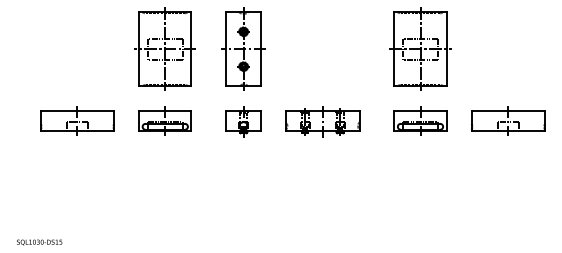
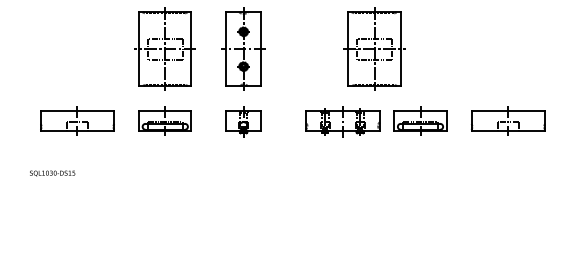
part at (420, 48) position: (420, 48) -> (374, 48)
part at (322, 121) position: (322, 121) -> (342, 121)
text at (39, 242) position: (39, 242) -> (52, 173)
